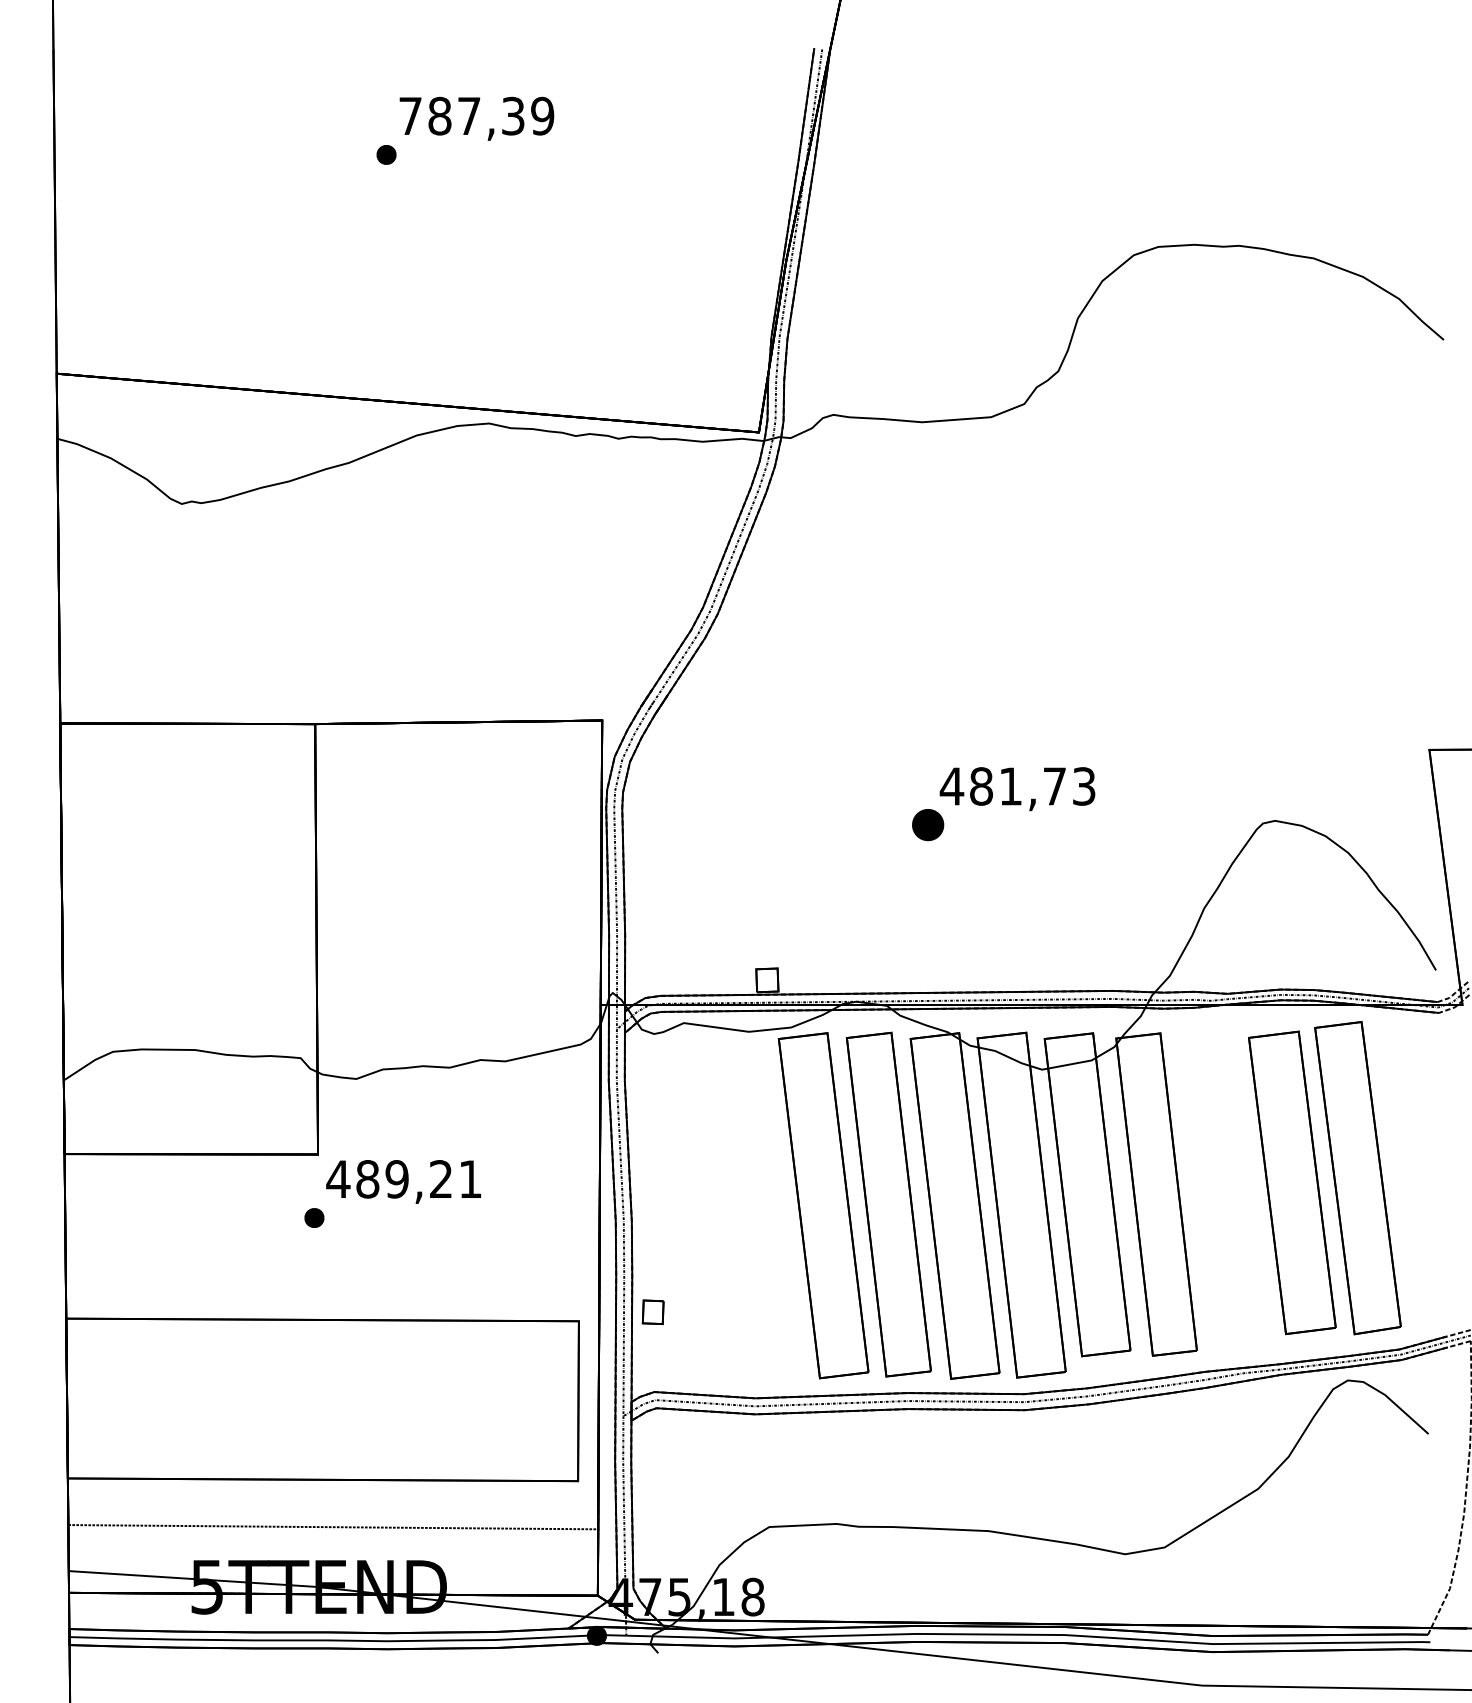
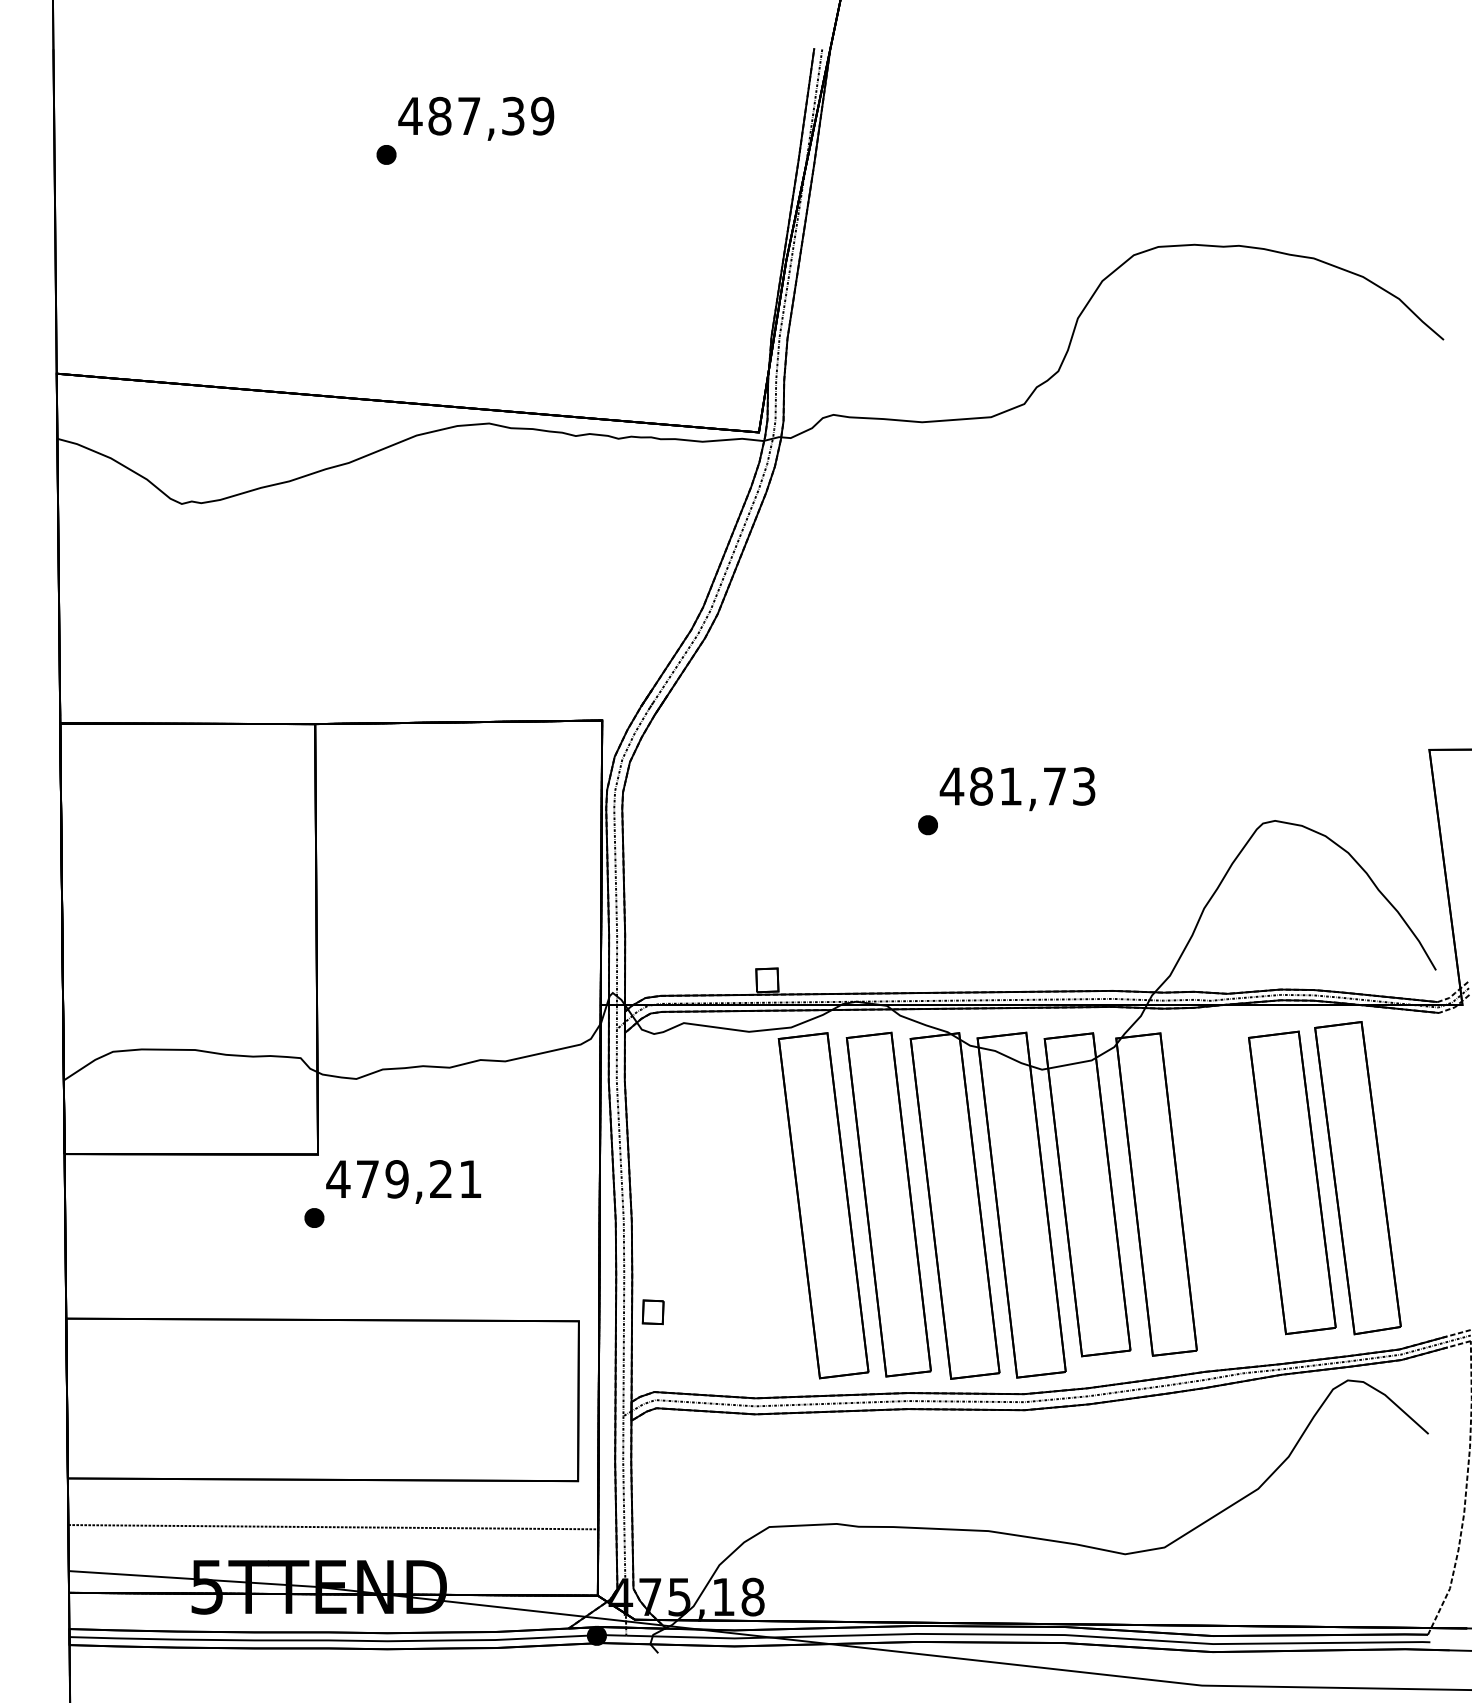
text at (410, 115): 787,39 -> 487,39
part at (928, 825) size: 33x33 px -> 20x21 px
text at (367, 1179): 489,21 -> 479,21
